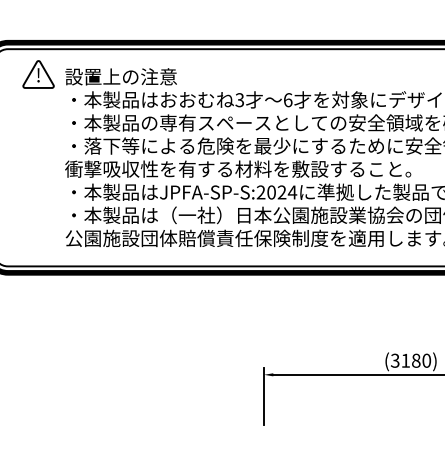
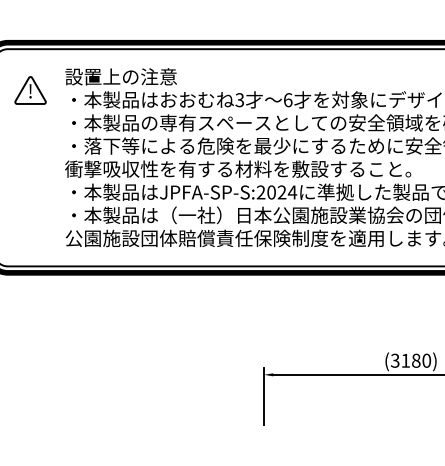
part at (38, 74) position: (38, 74) -> (30, 90)
